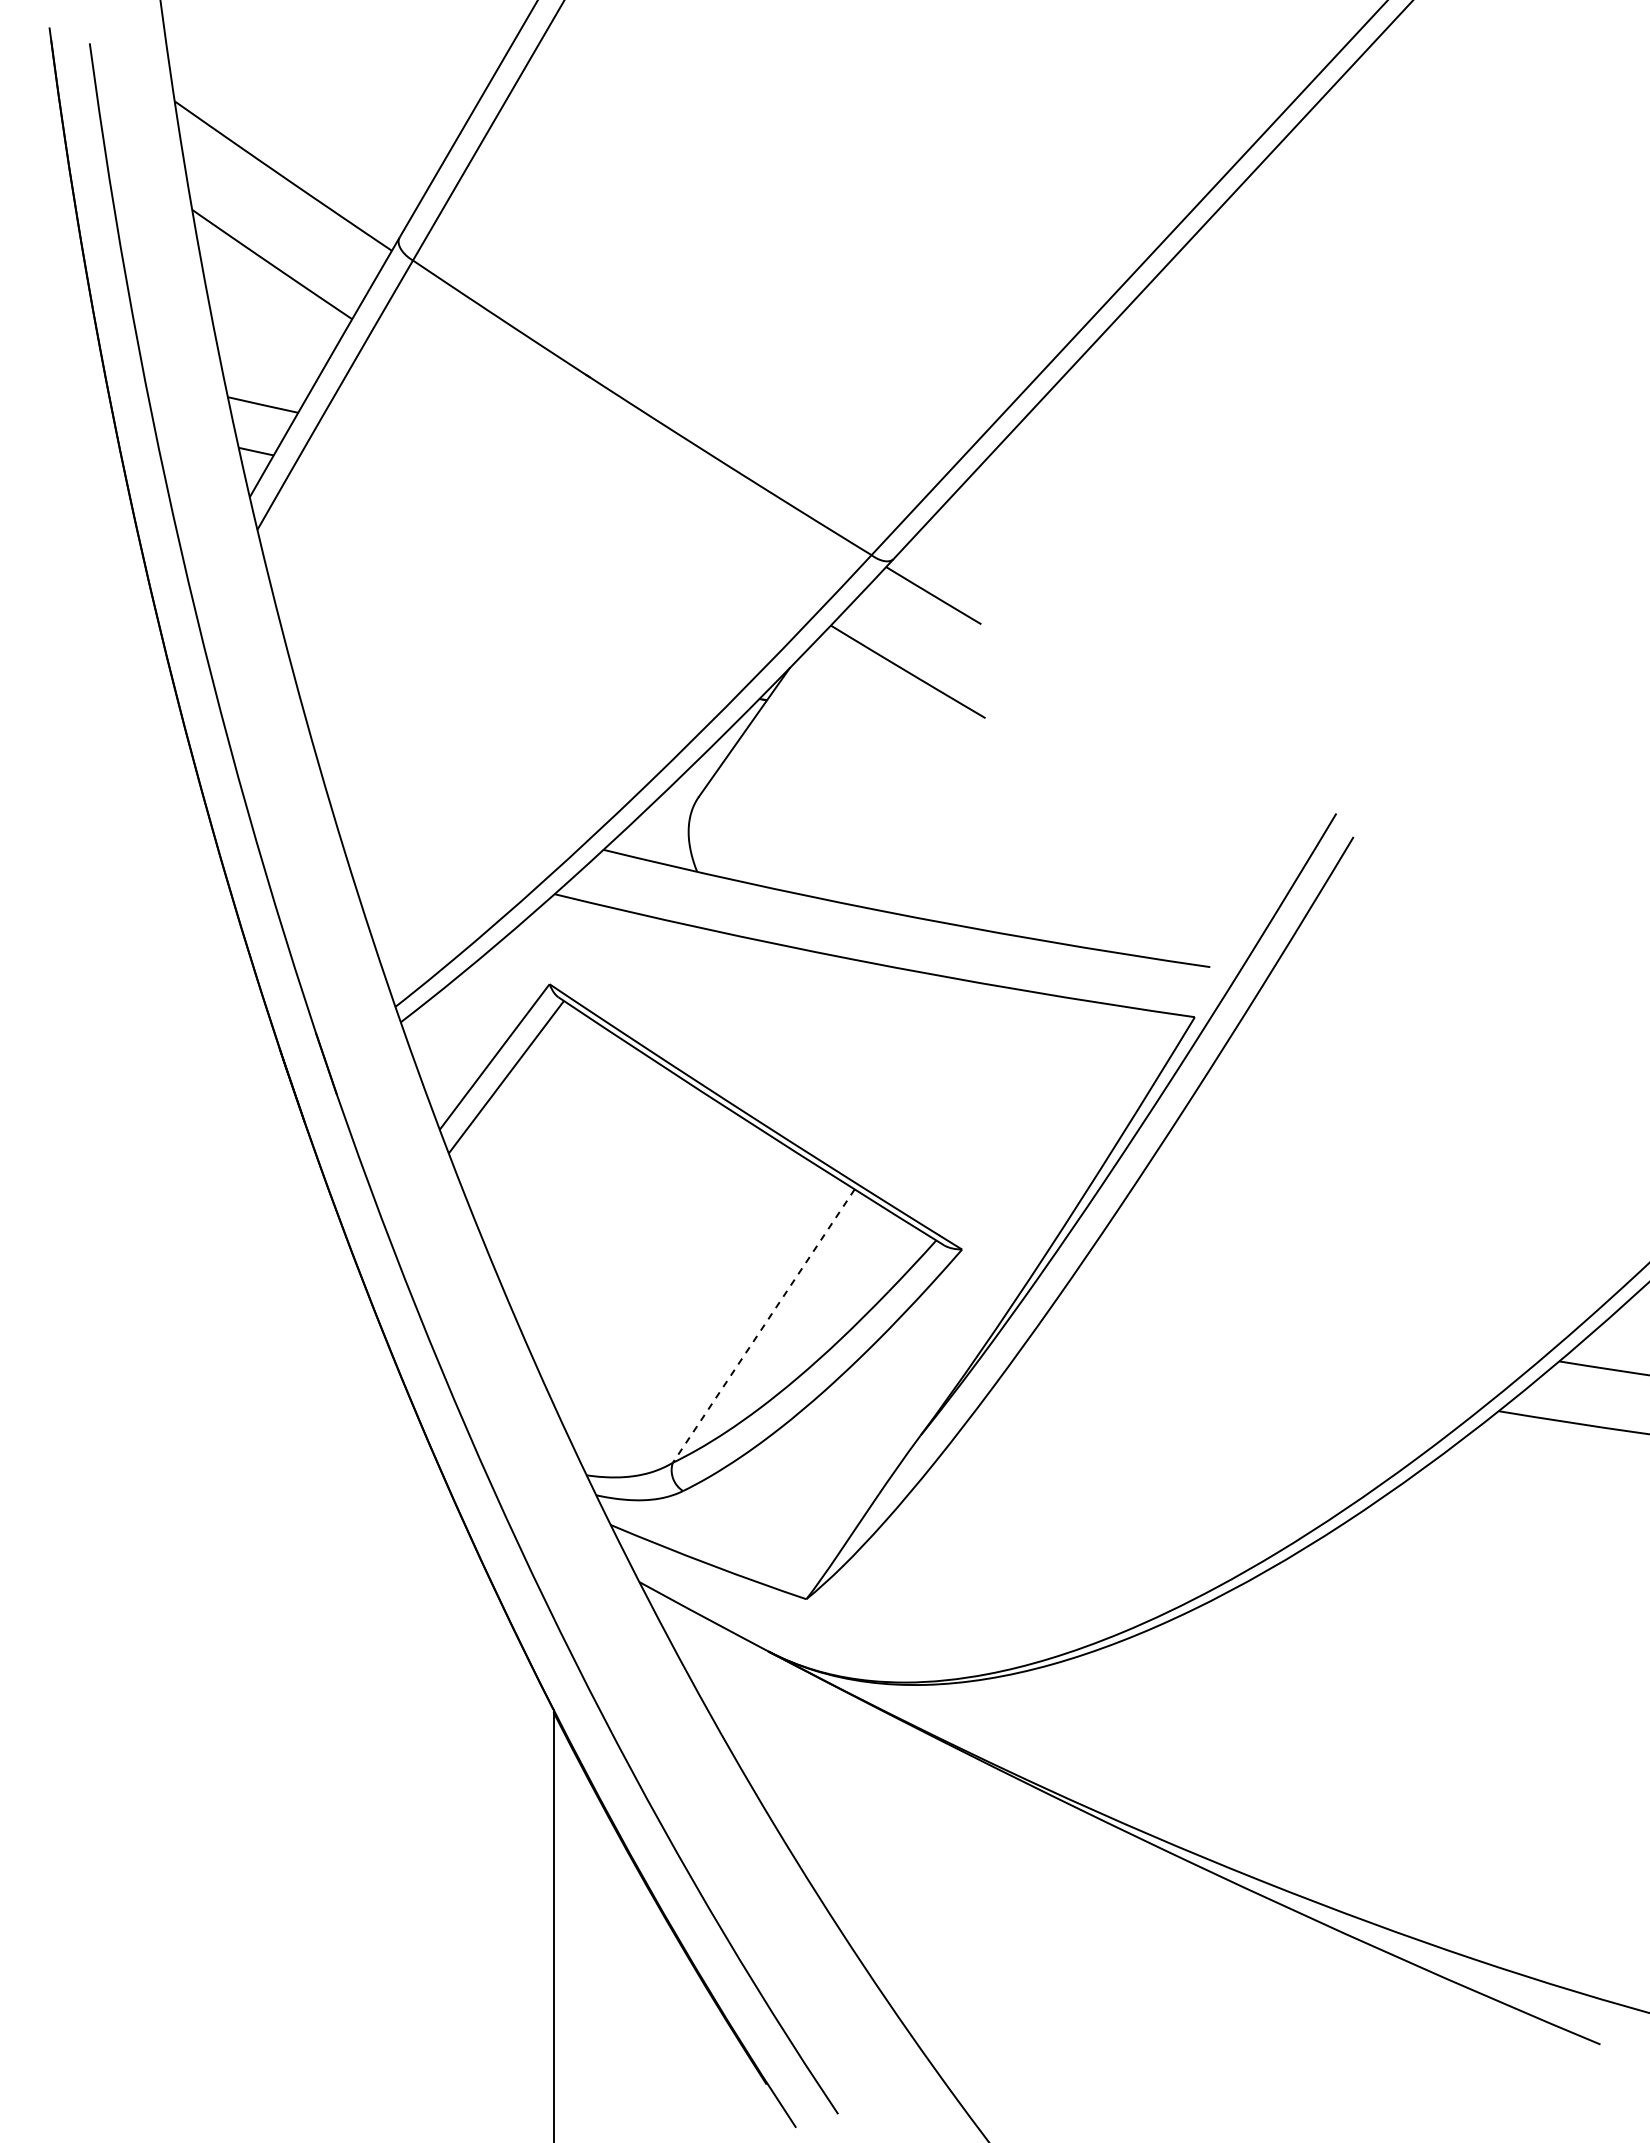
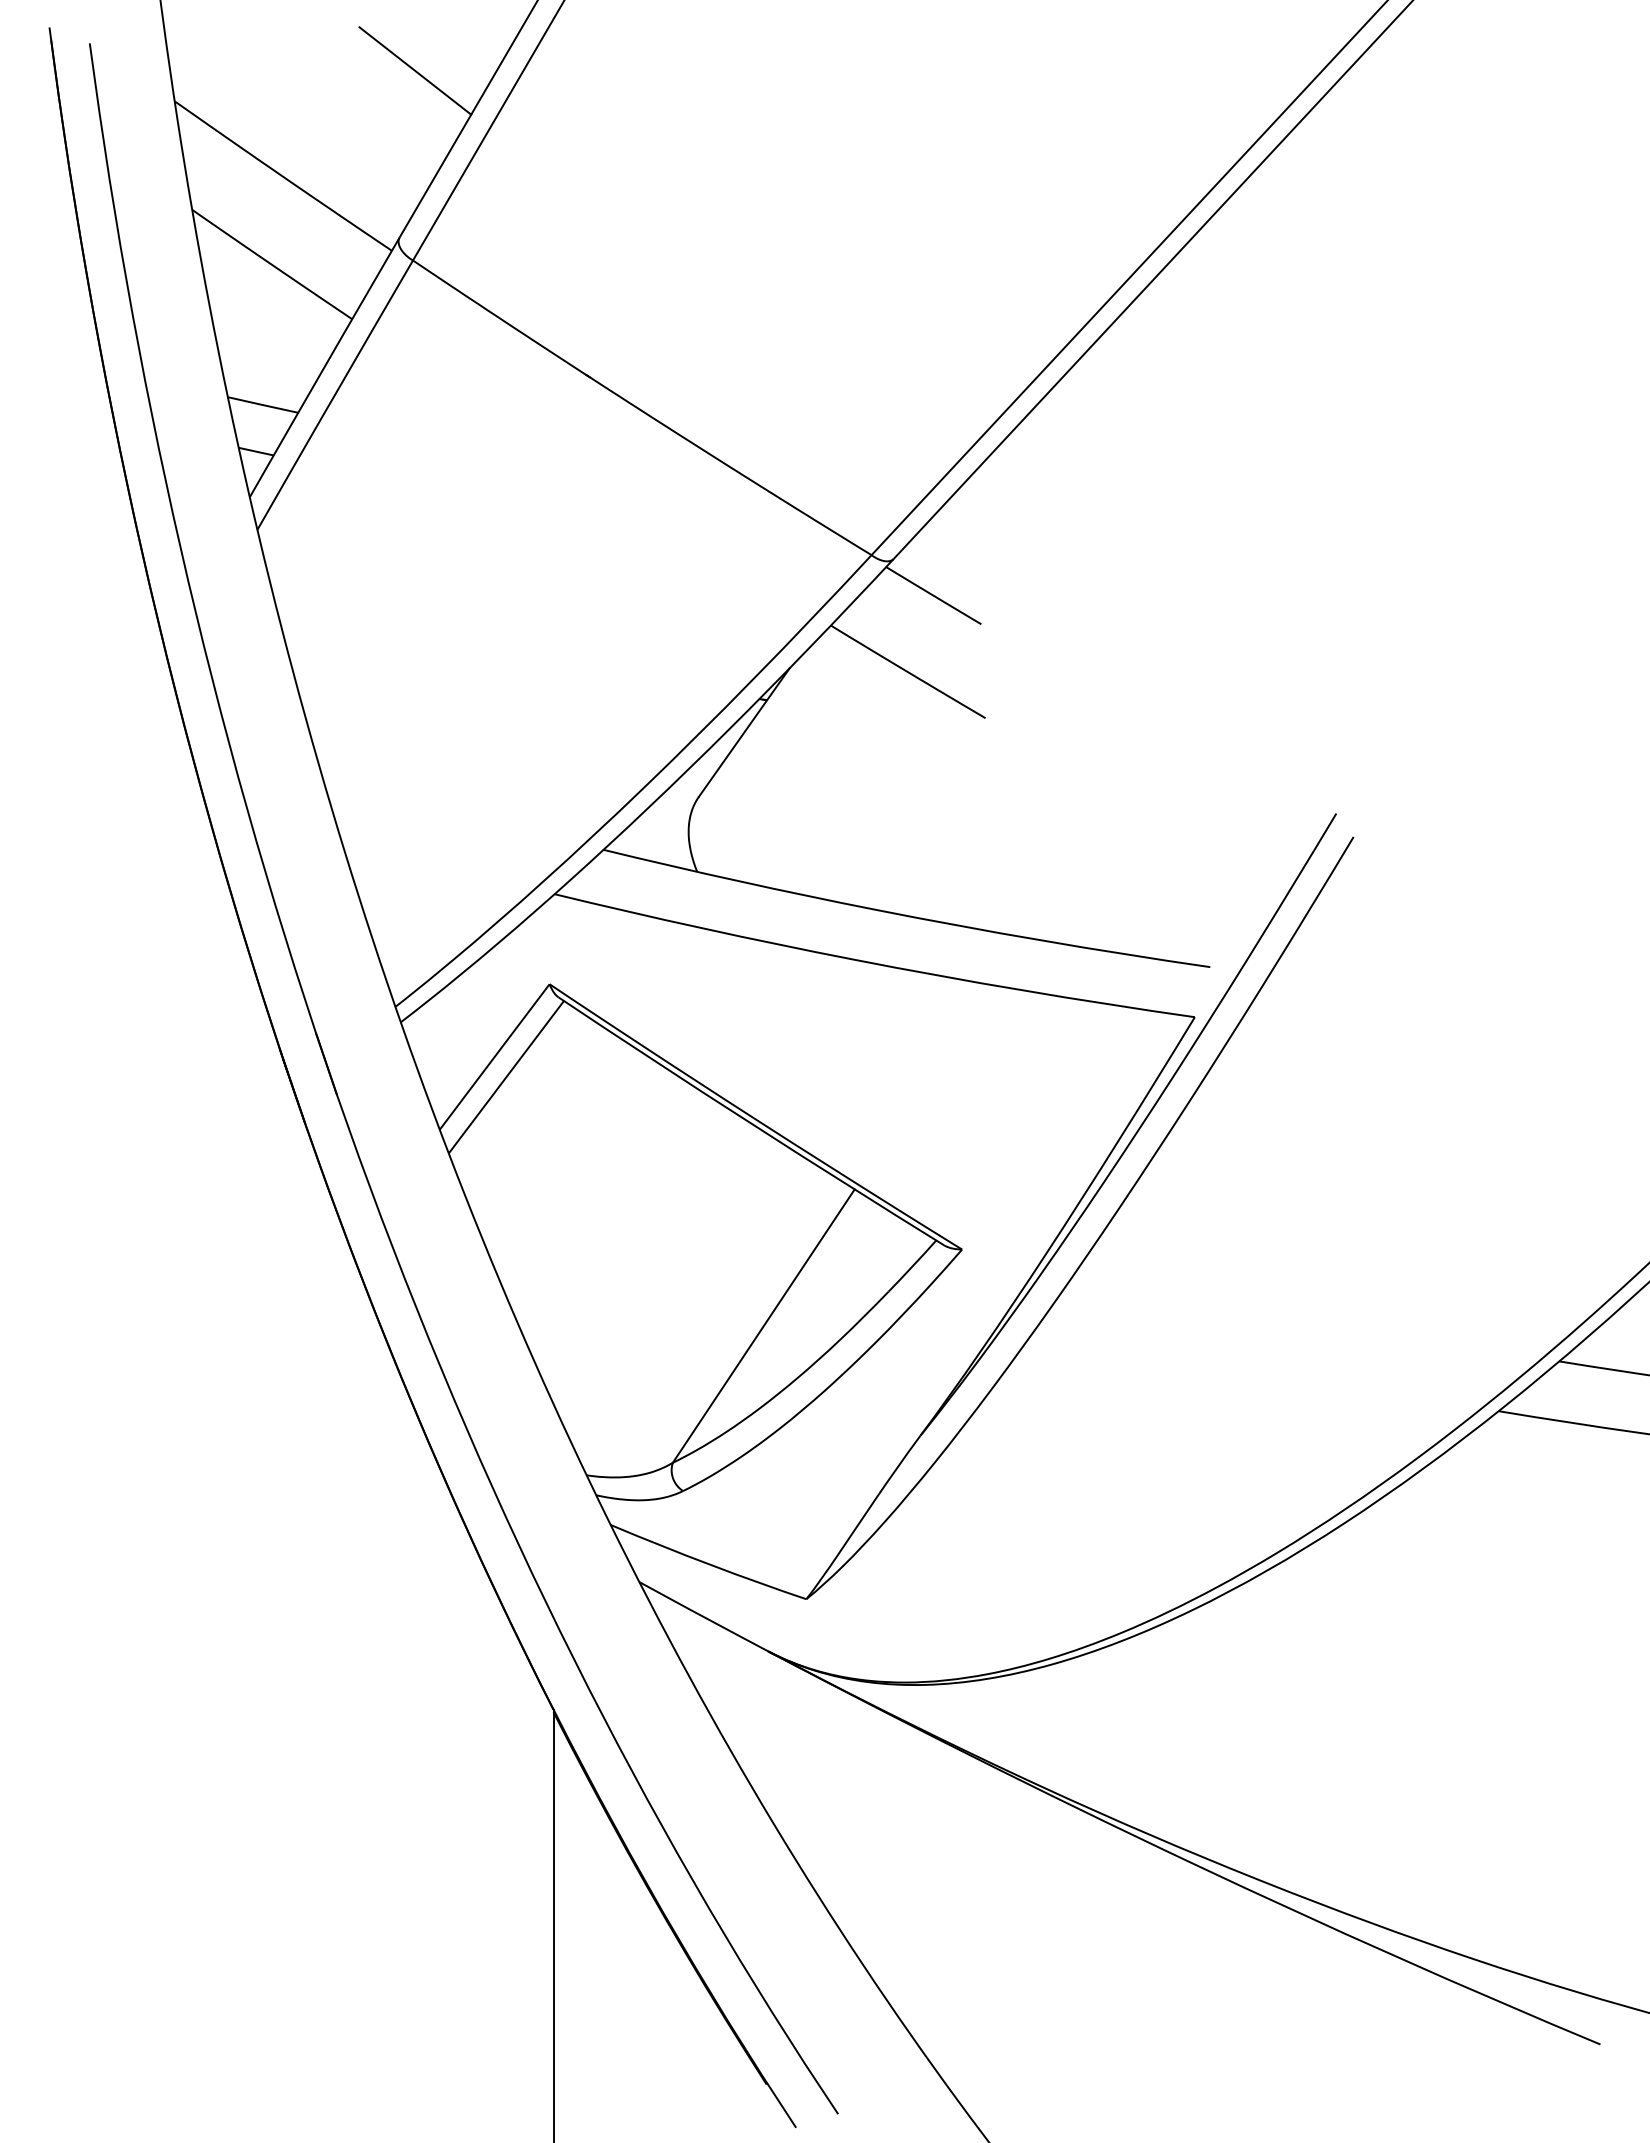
line at (415, 70): none -> present
line at (763, 1326): dashed -> solid
